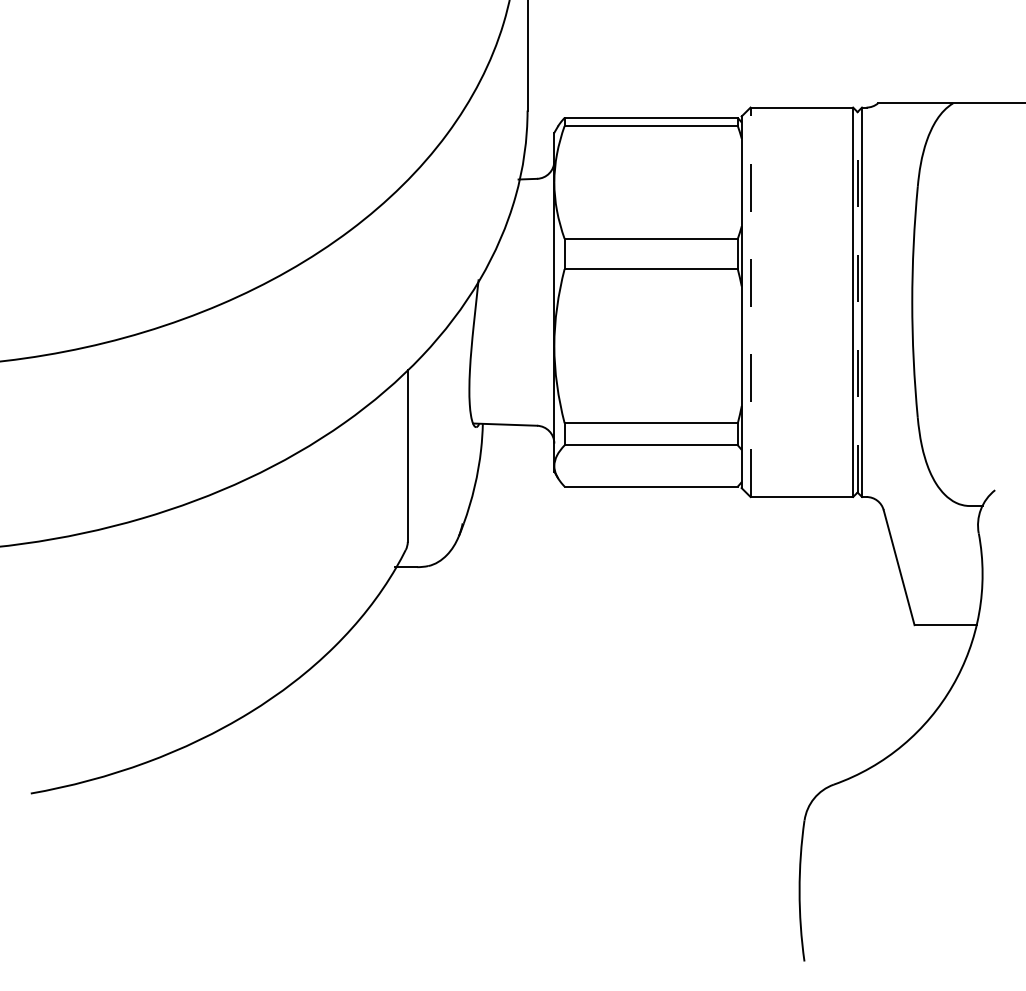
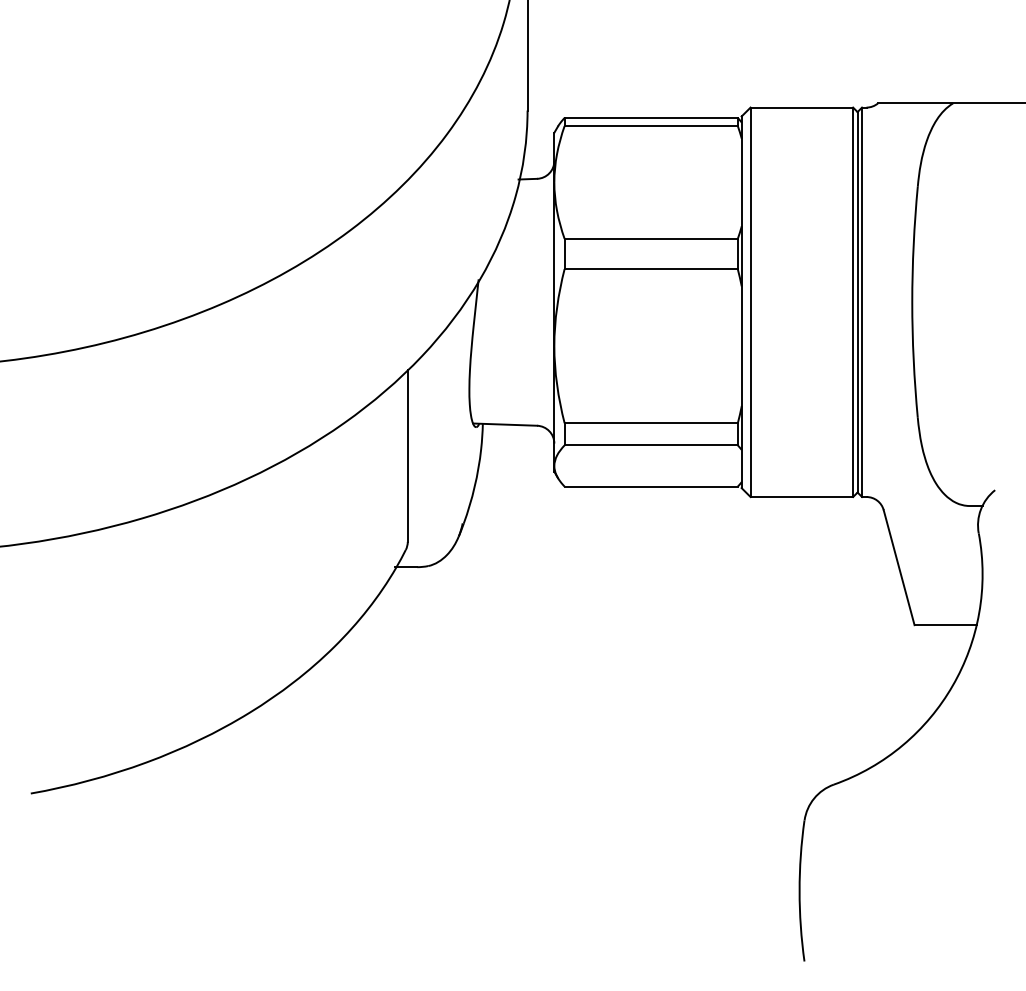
line at (857, 301): dashed -> solid
line at (750, 302): dashed -> solid
